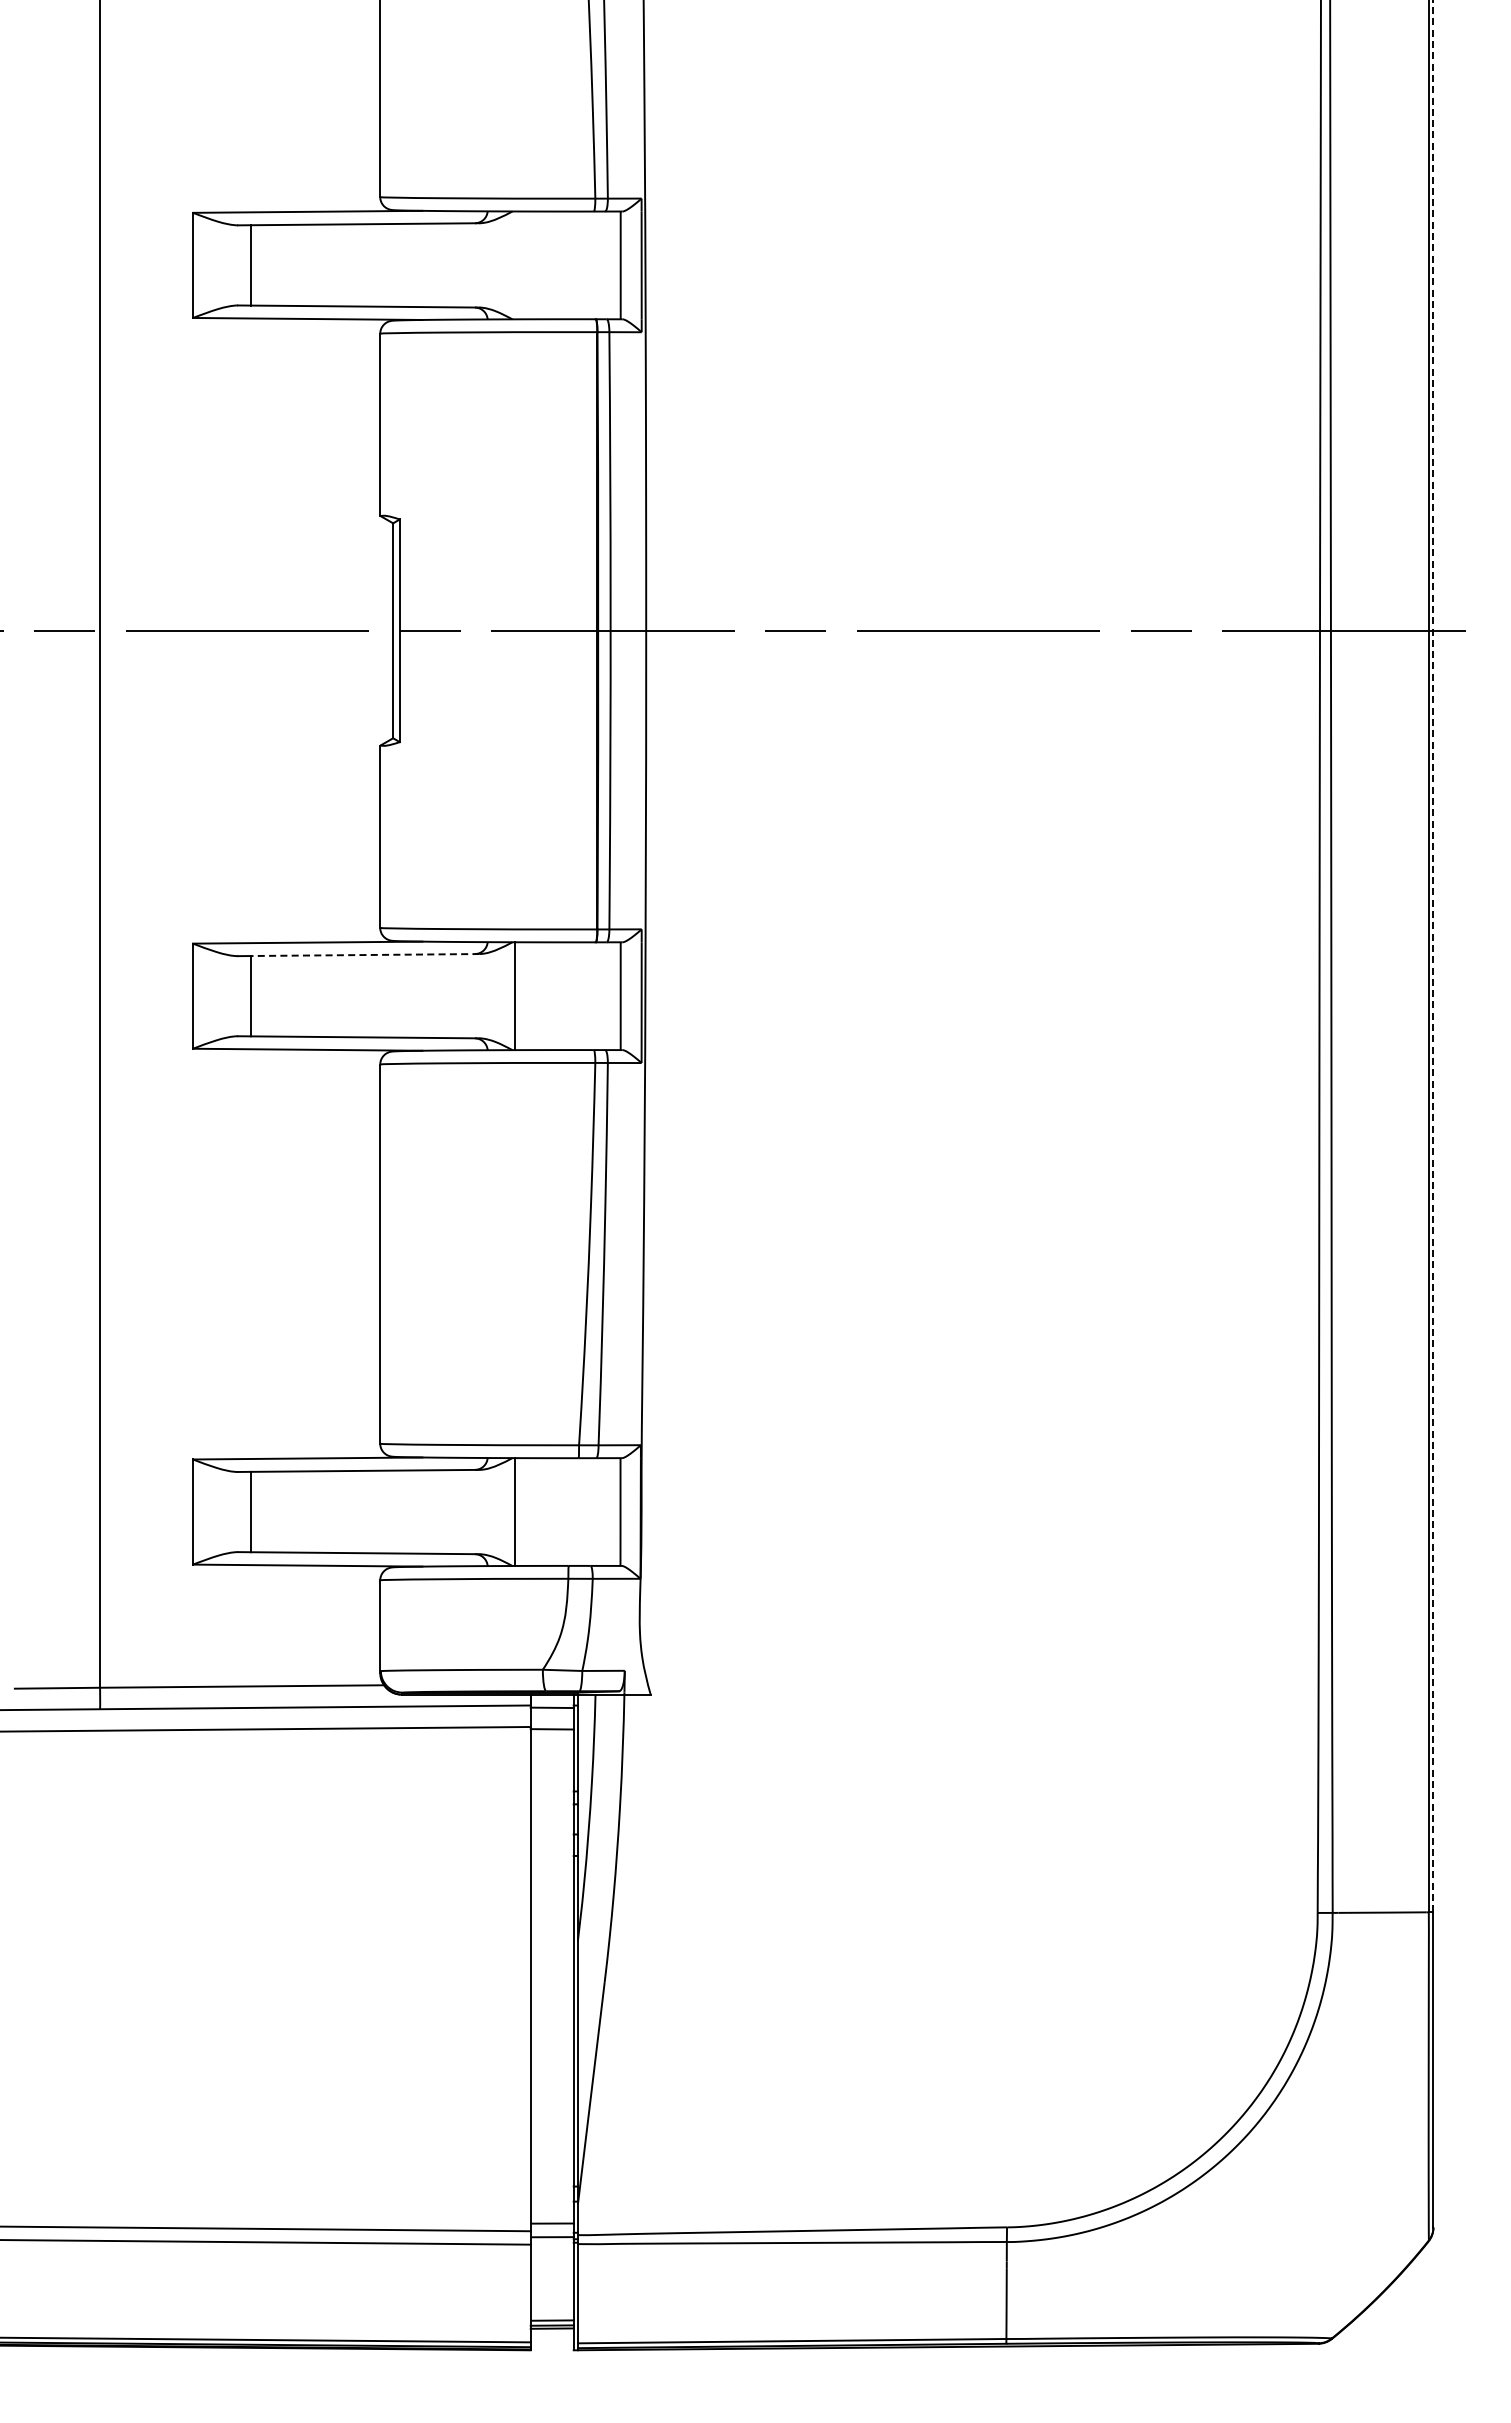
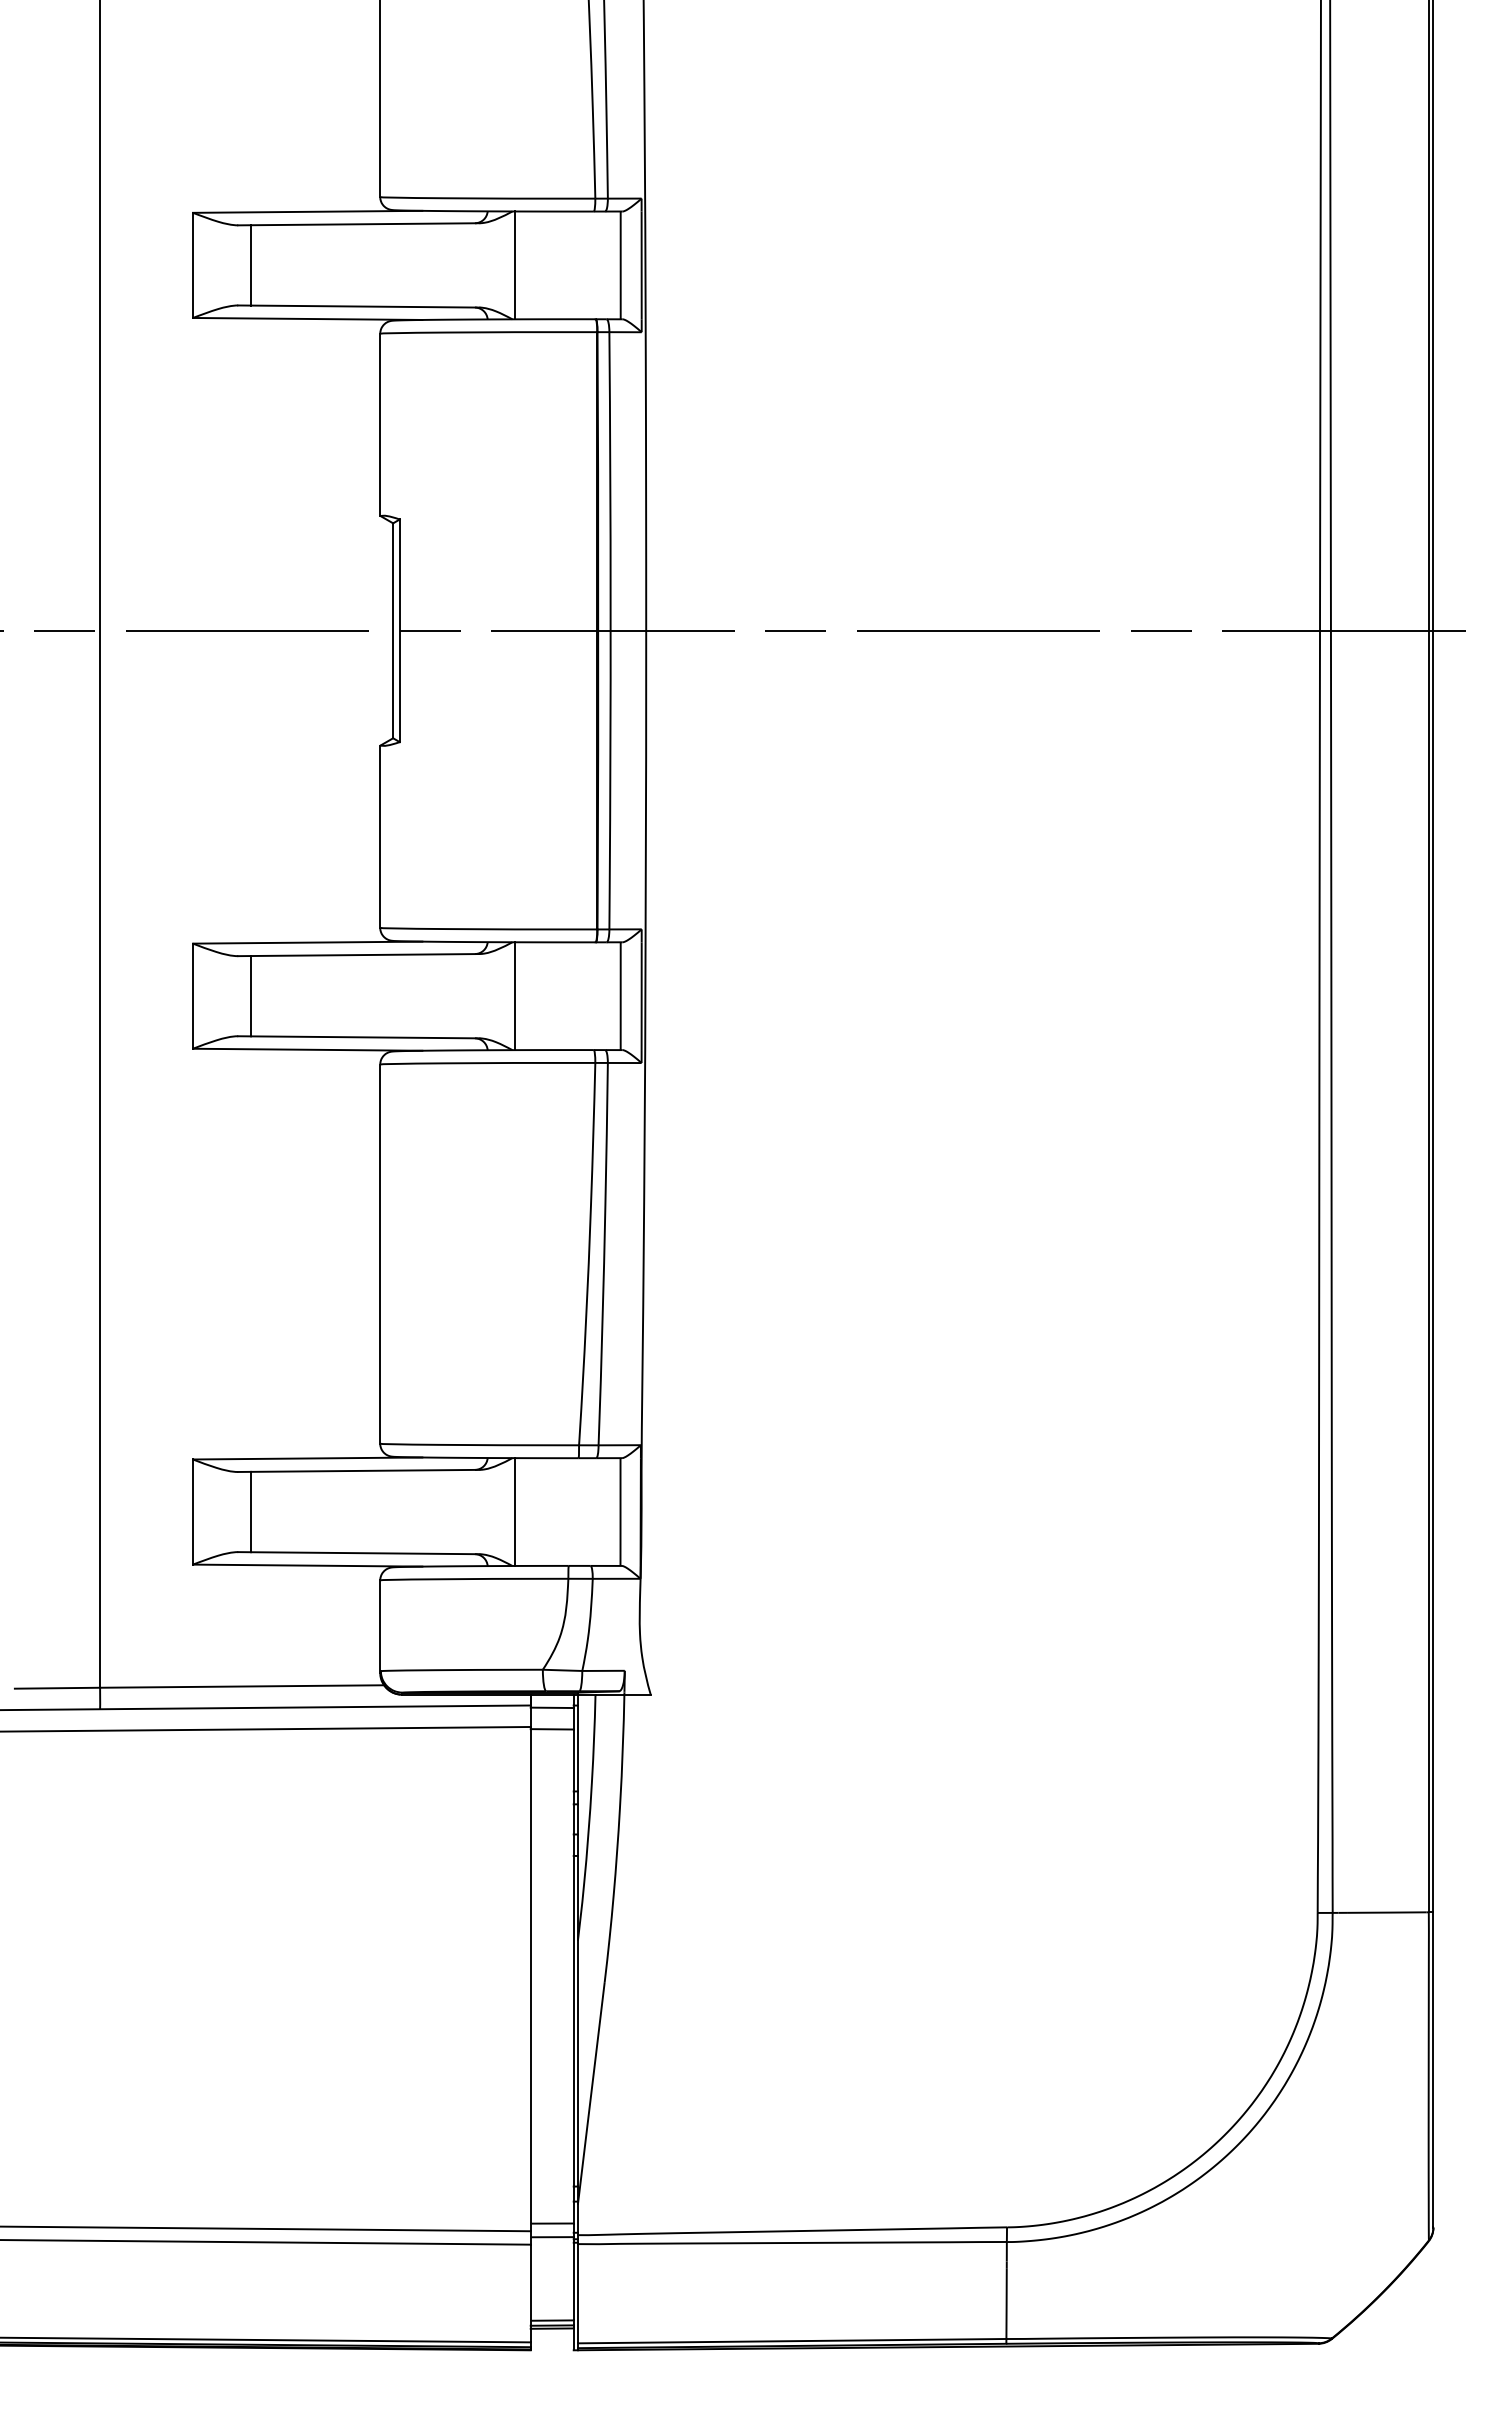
line at (514, 265): none -> present
line at (364, 955): dashed -> solid
line at (1433, 956): dashed -> solid
